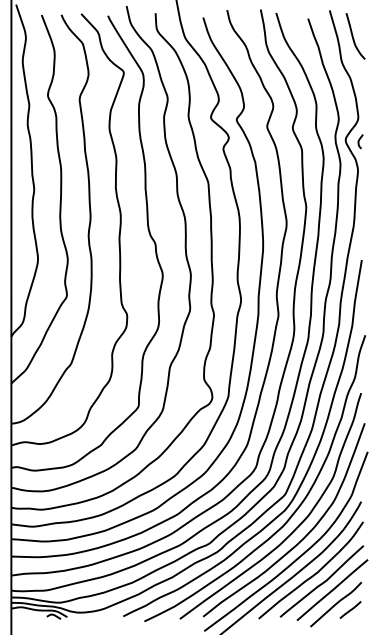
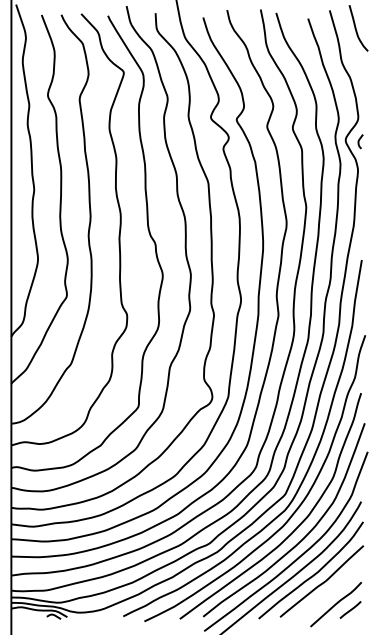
curve at (353, 36) position: (353, 36) -> (356, 28)
line at (332, 589): present -> none
